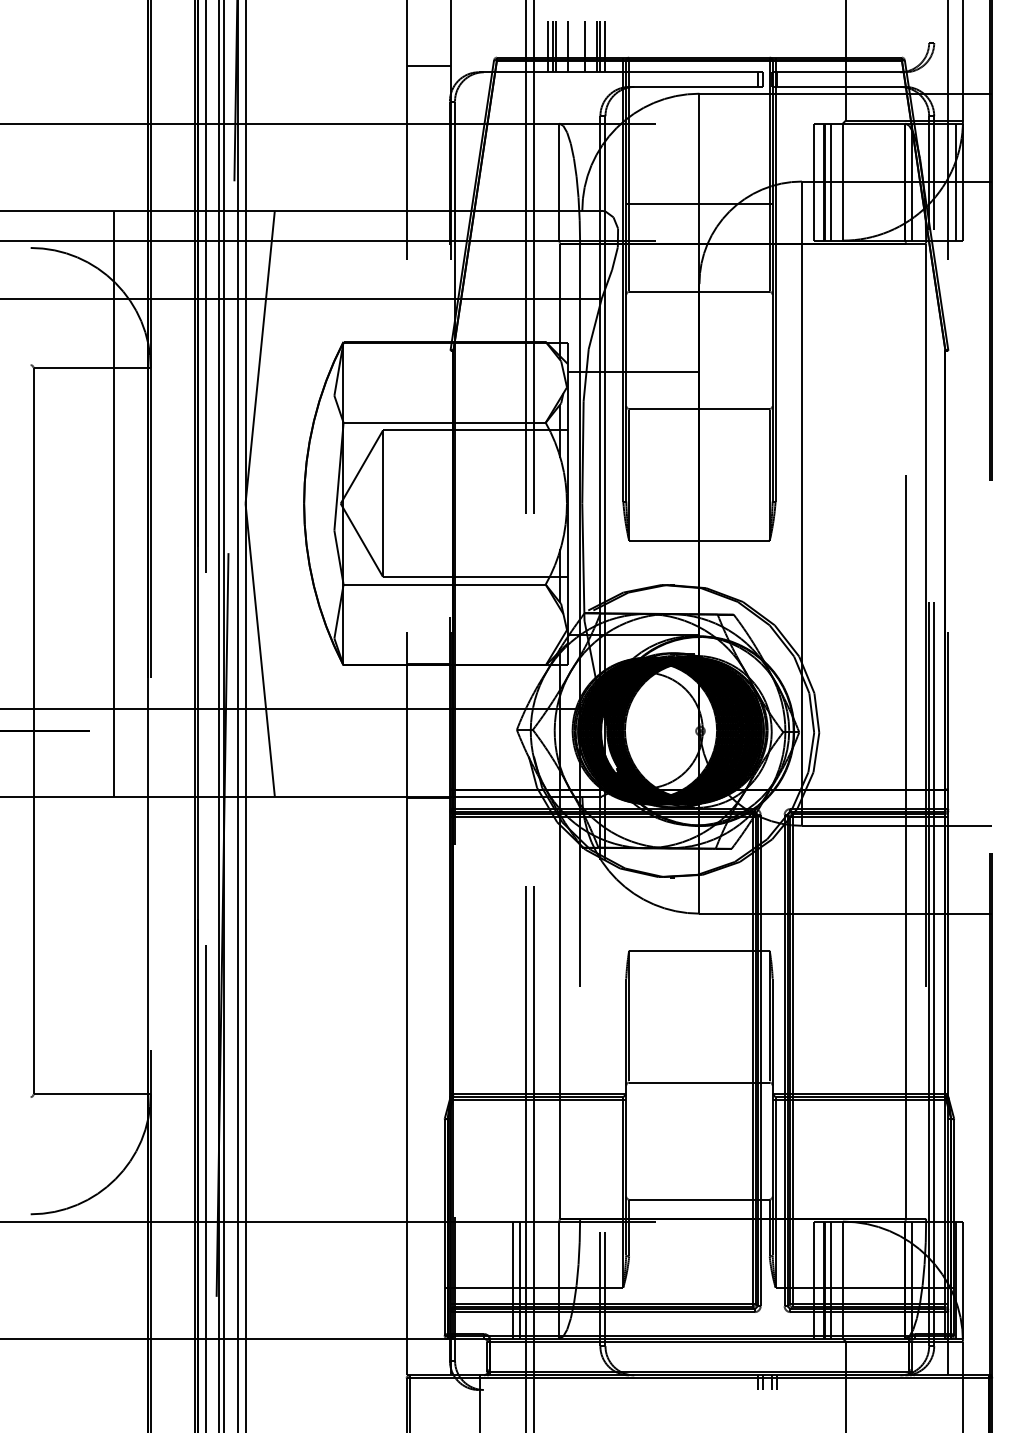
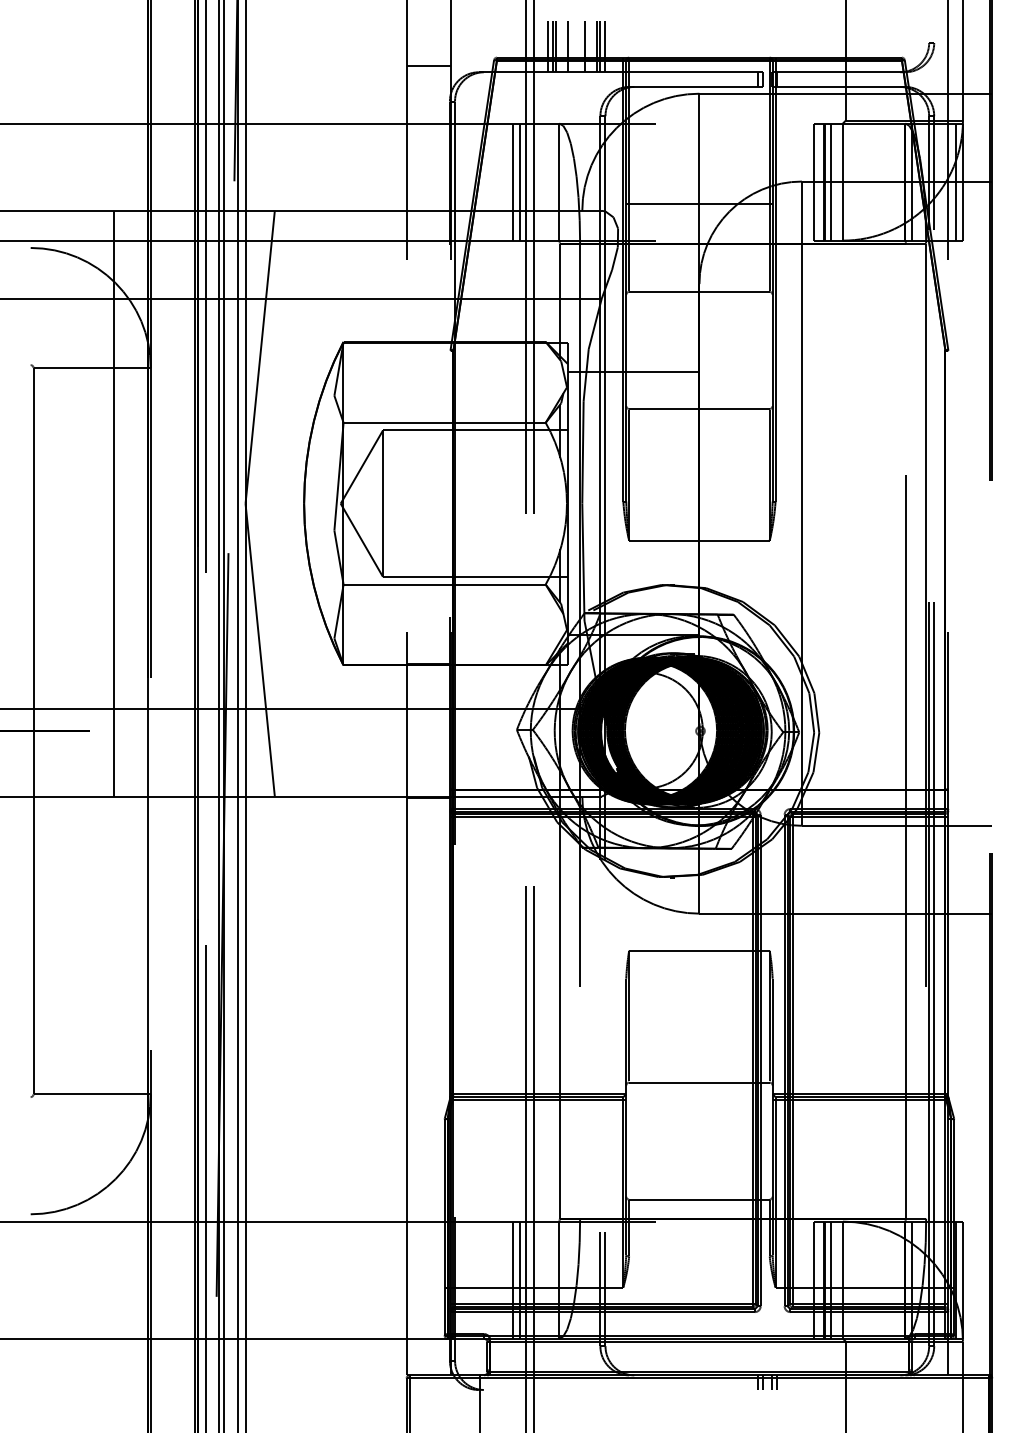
line at (513, 181): none -> present
line at (520, 181): none -> present
